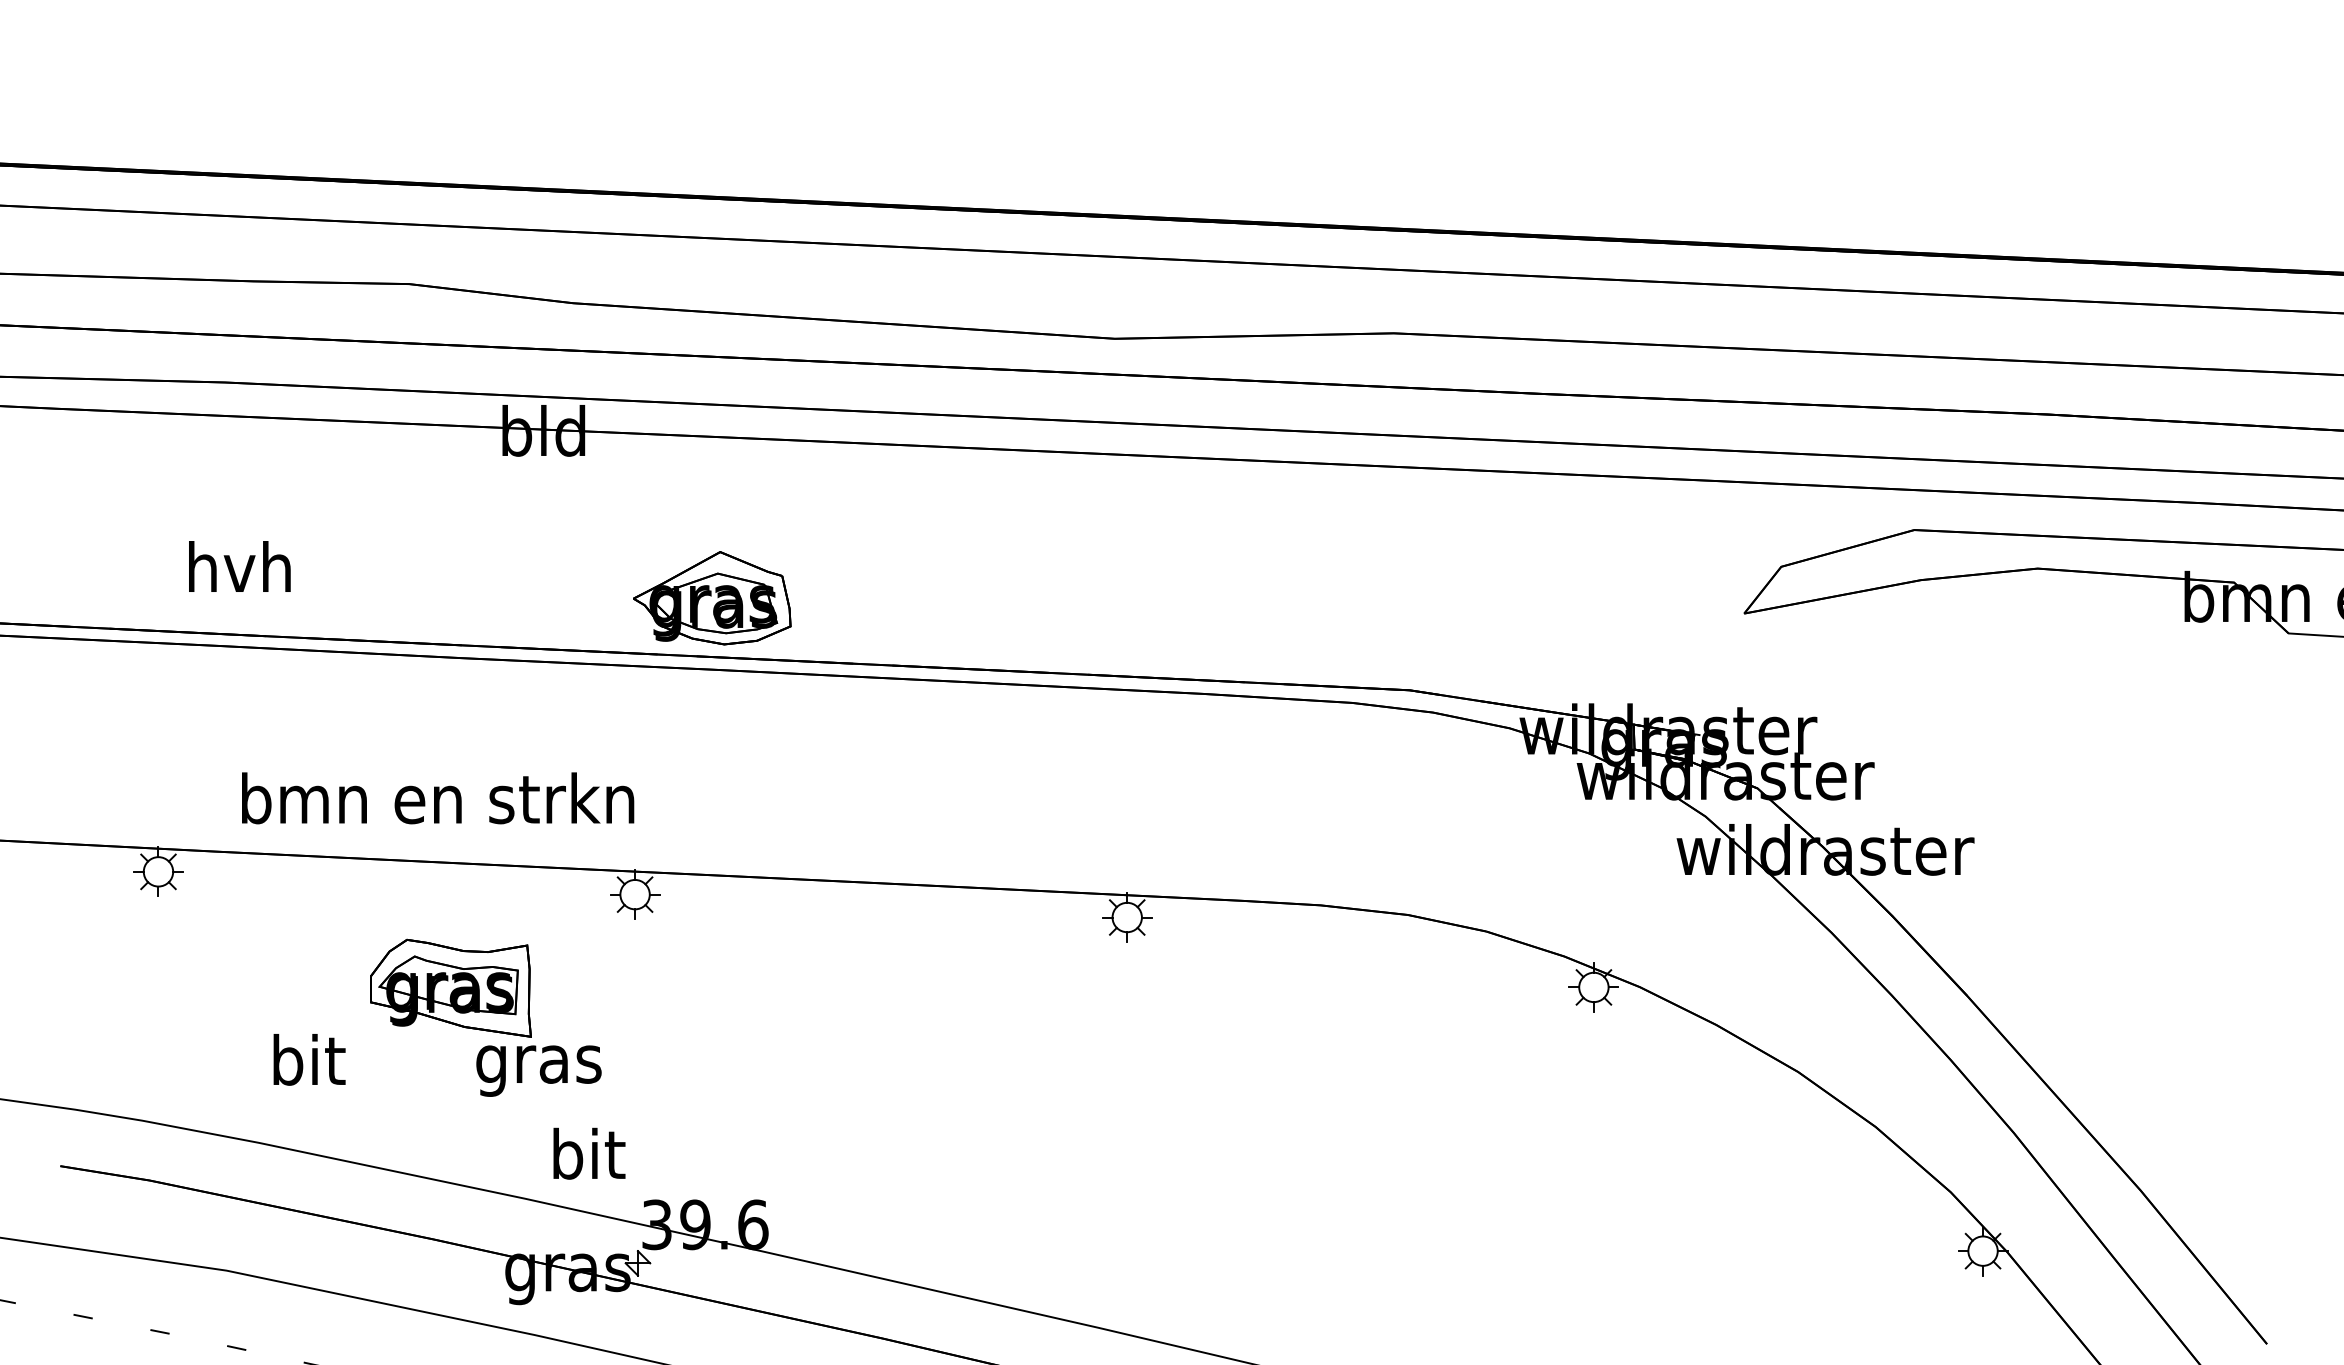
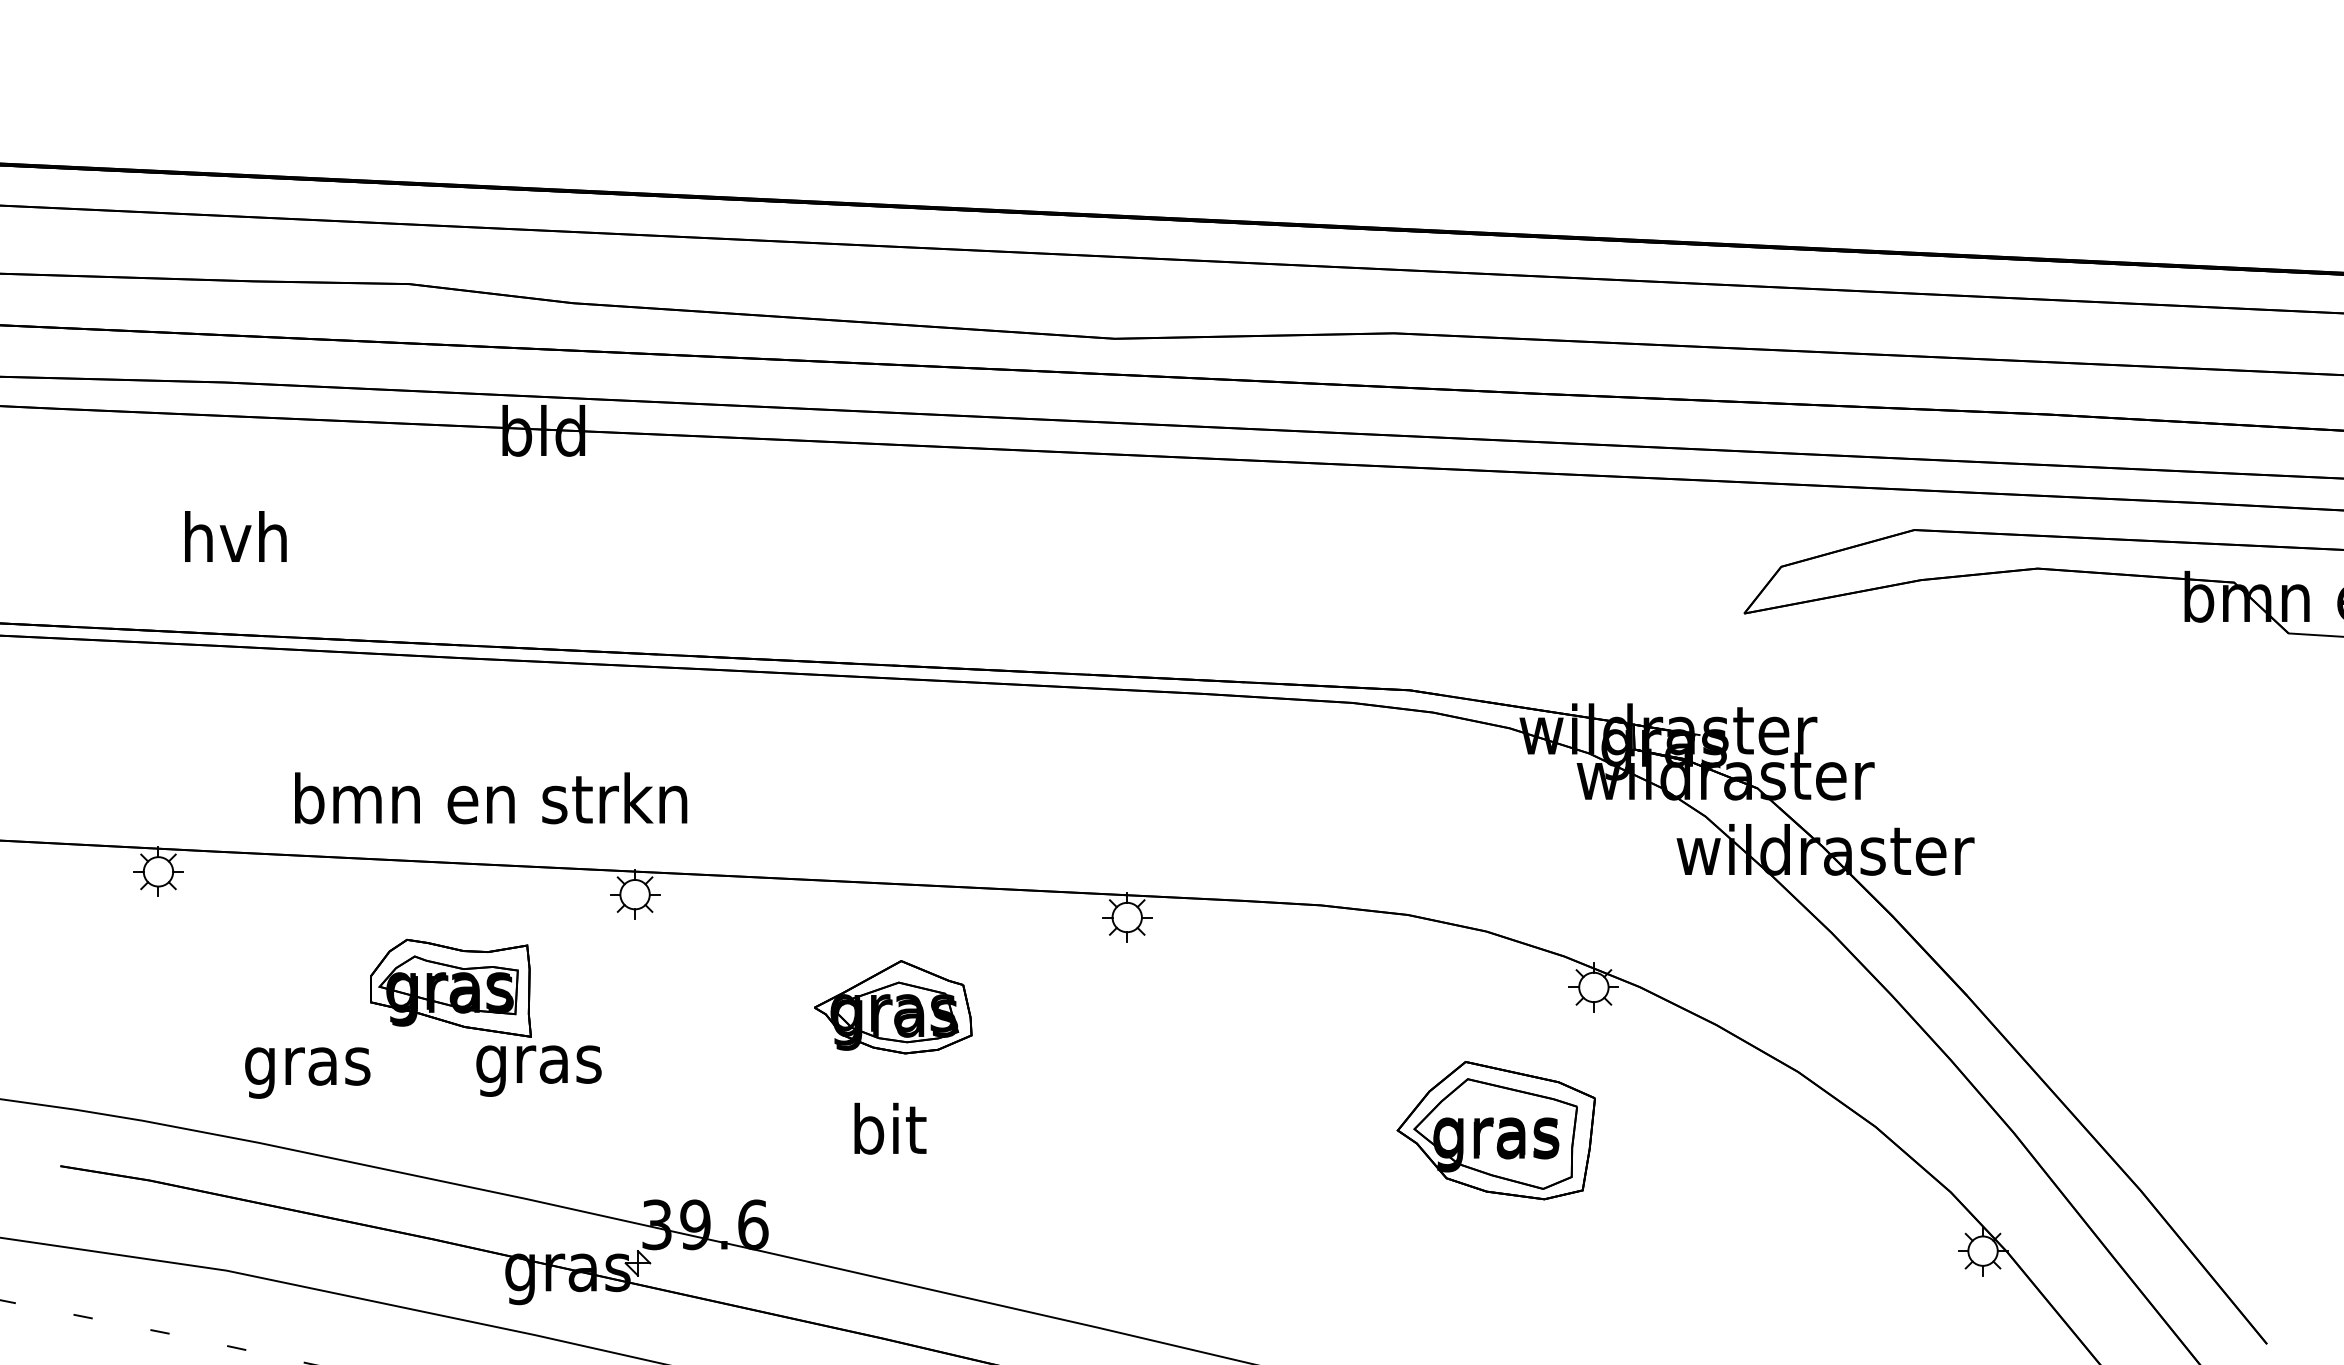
text at (239, 566) position: (239, 566) -> (235, 536)
part at (712, 598) position: (712, 598) -> (893, 1007)
text at (438, 798) position: (438, 798) -> (491, 798)
text at (307, 1066): bit -> gras
part at (1495, 1130): none -> present
text at (589, 1153) position: (589, 1153) -> (890, 1128)
